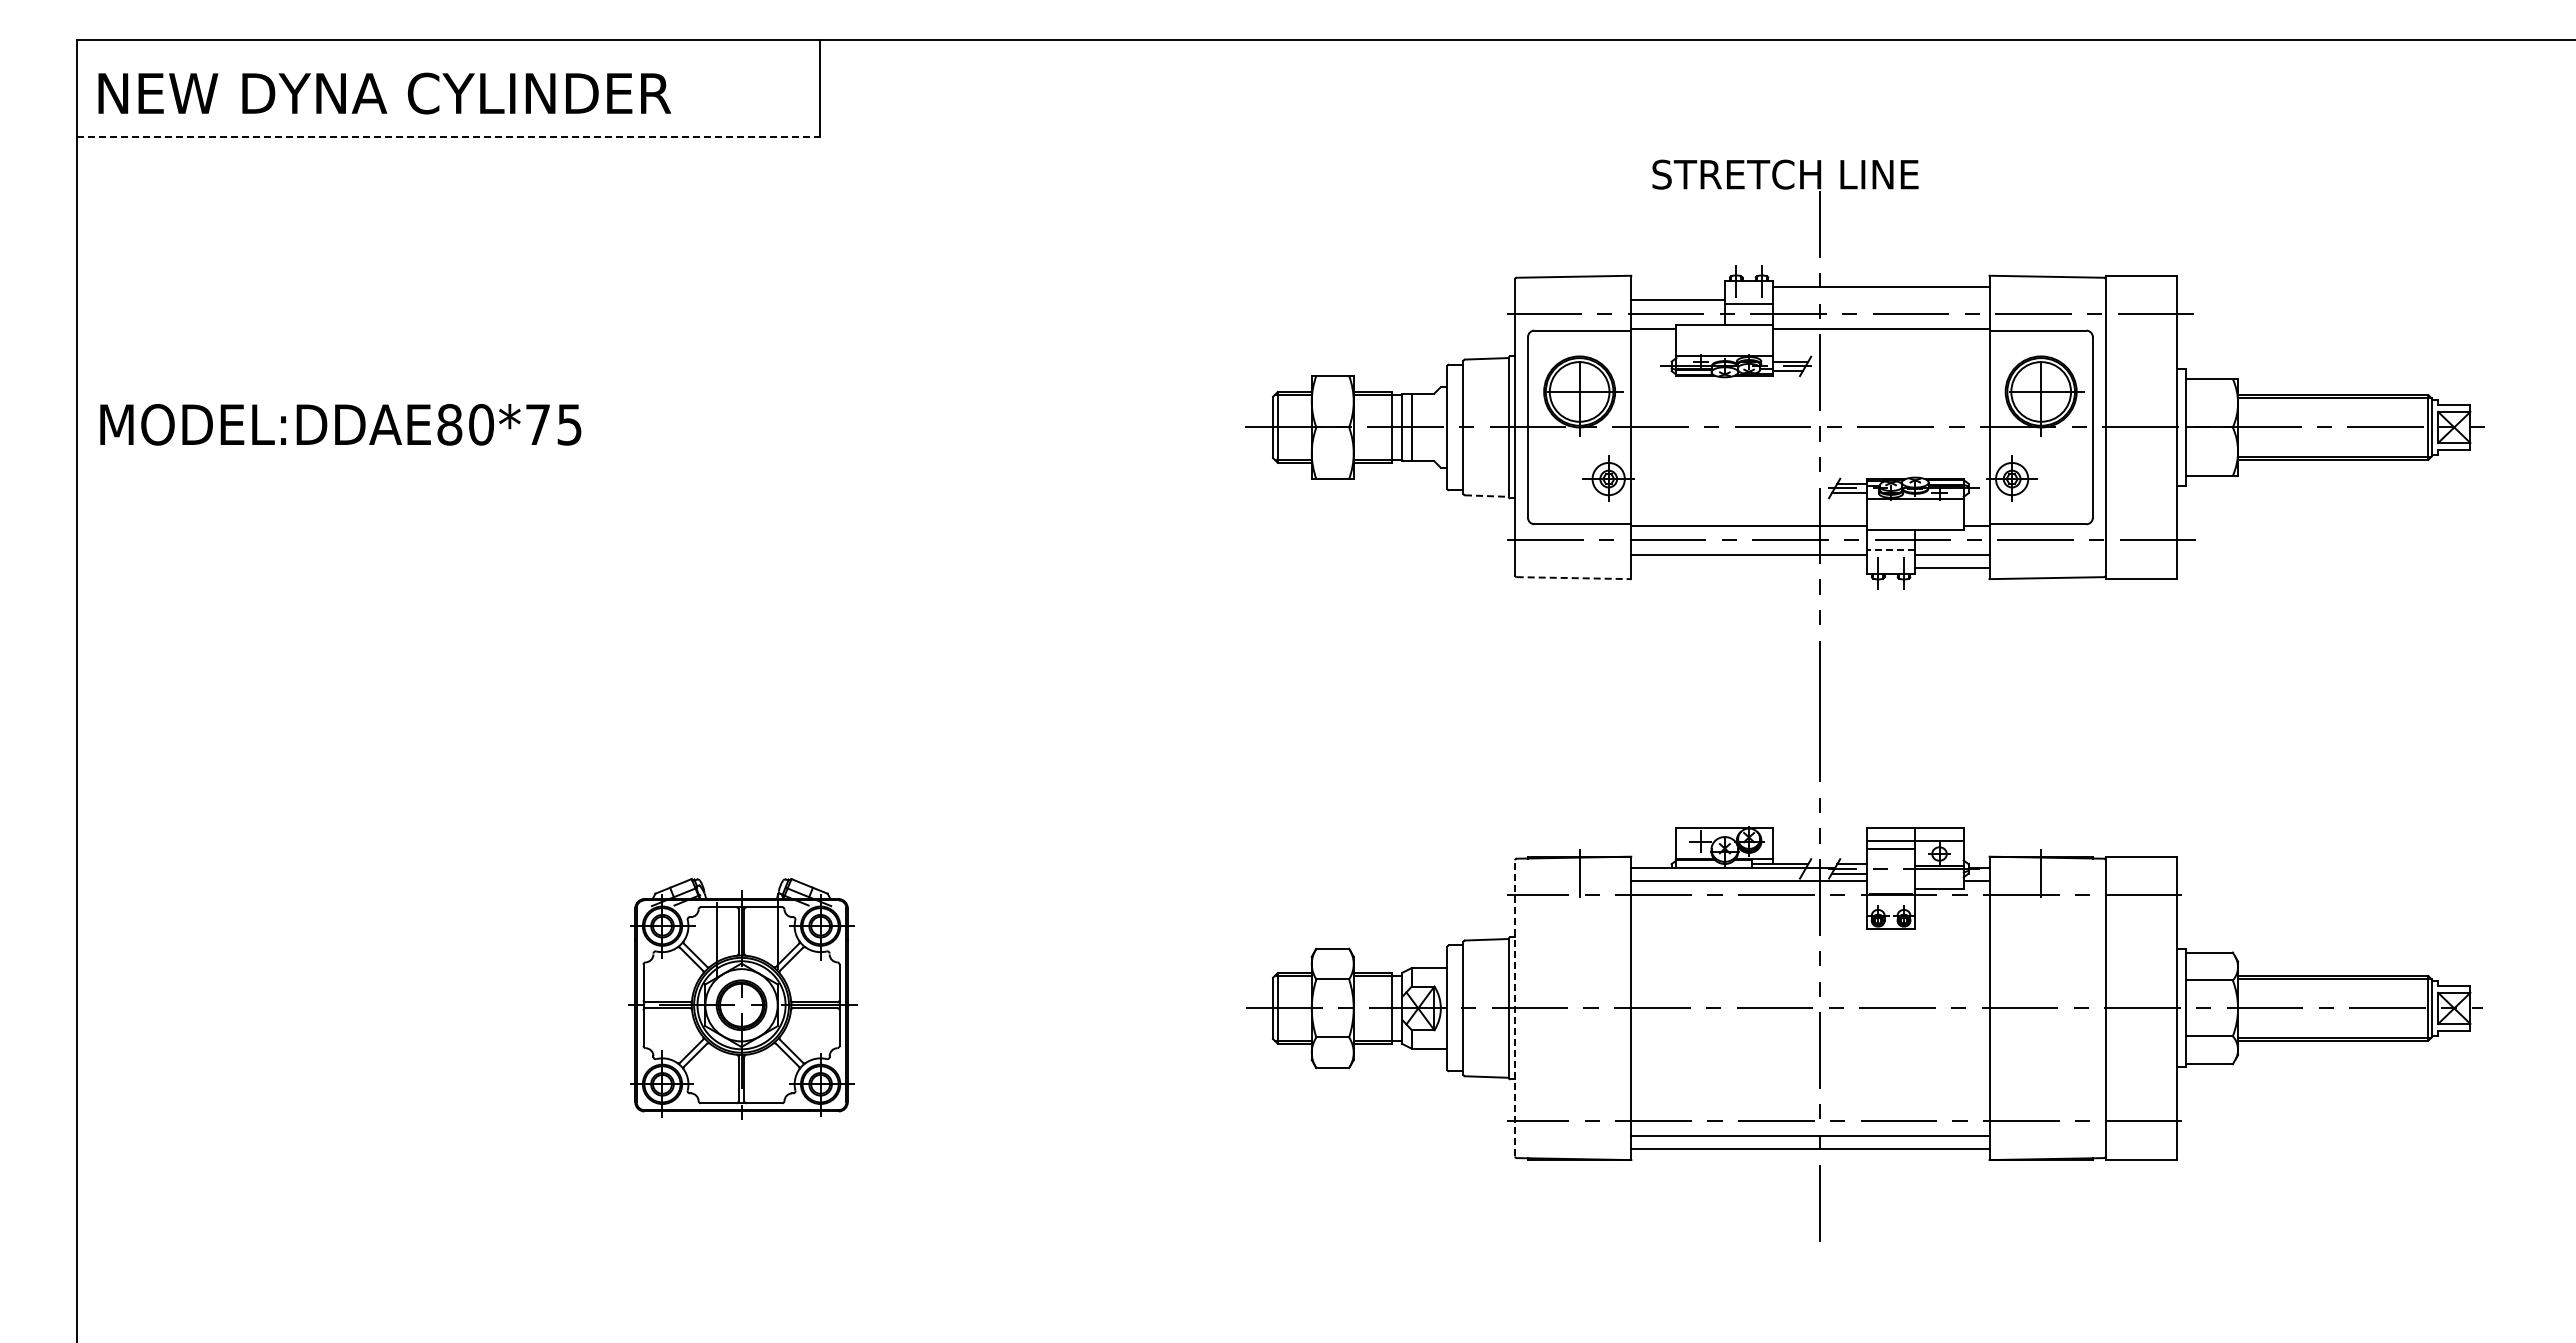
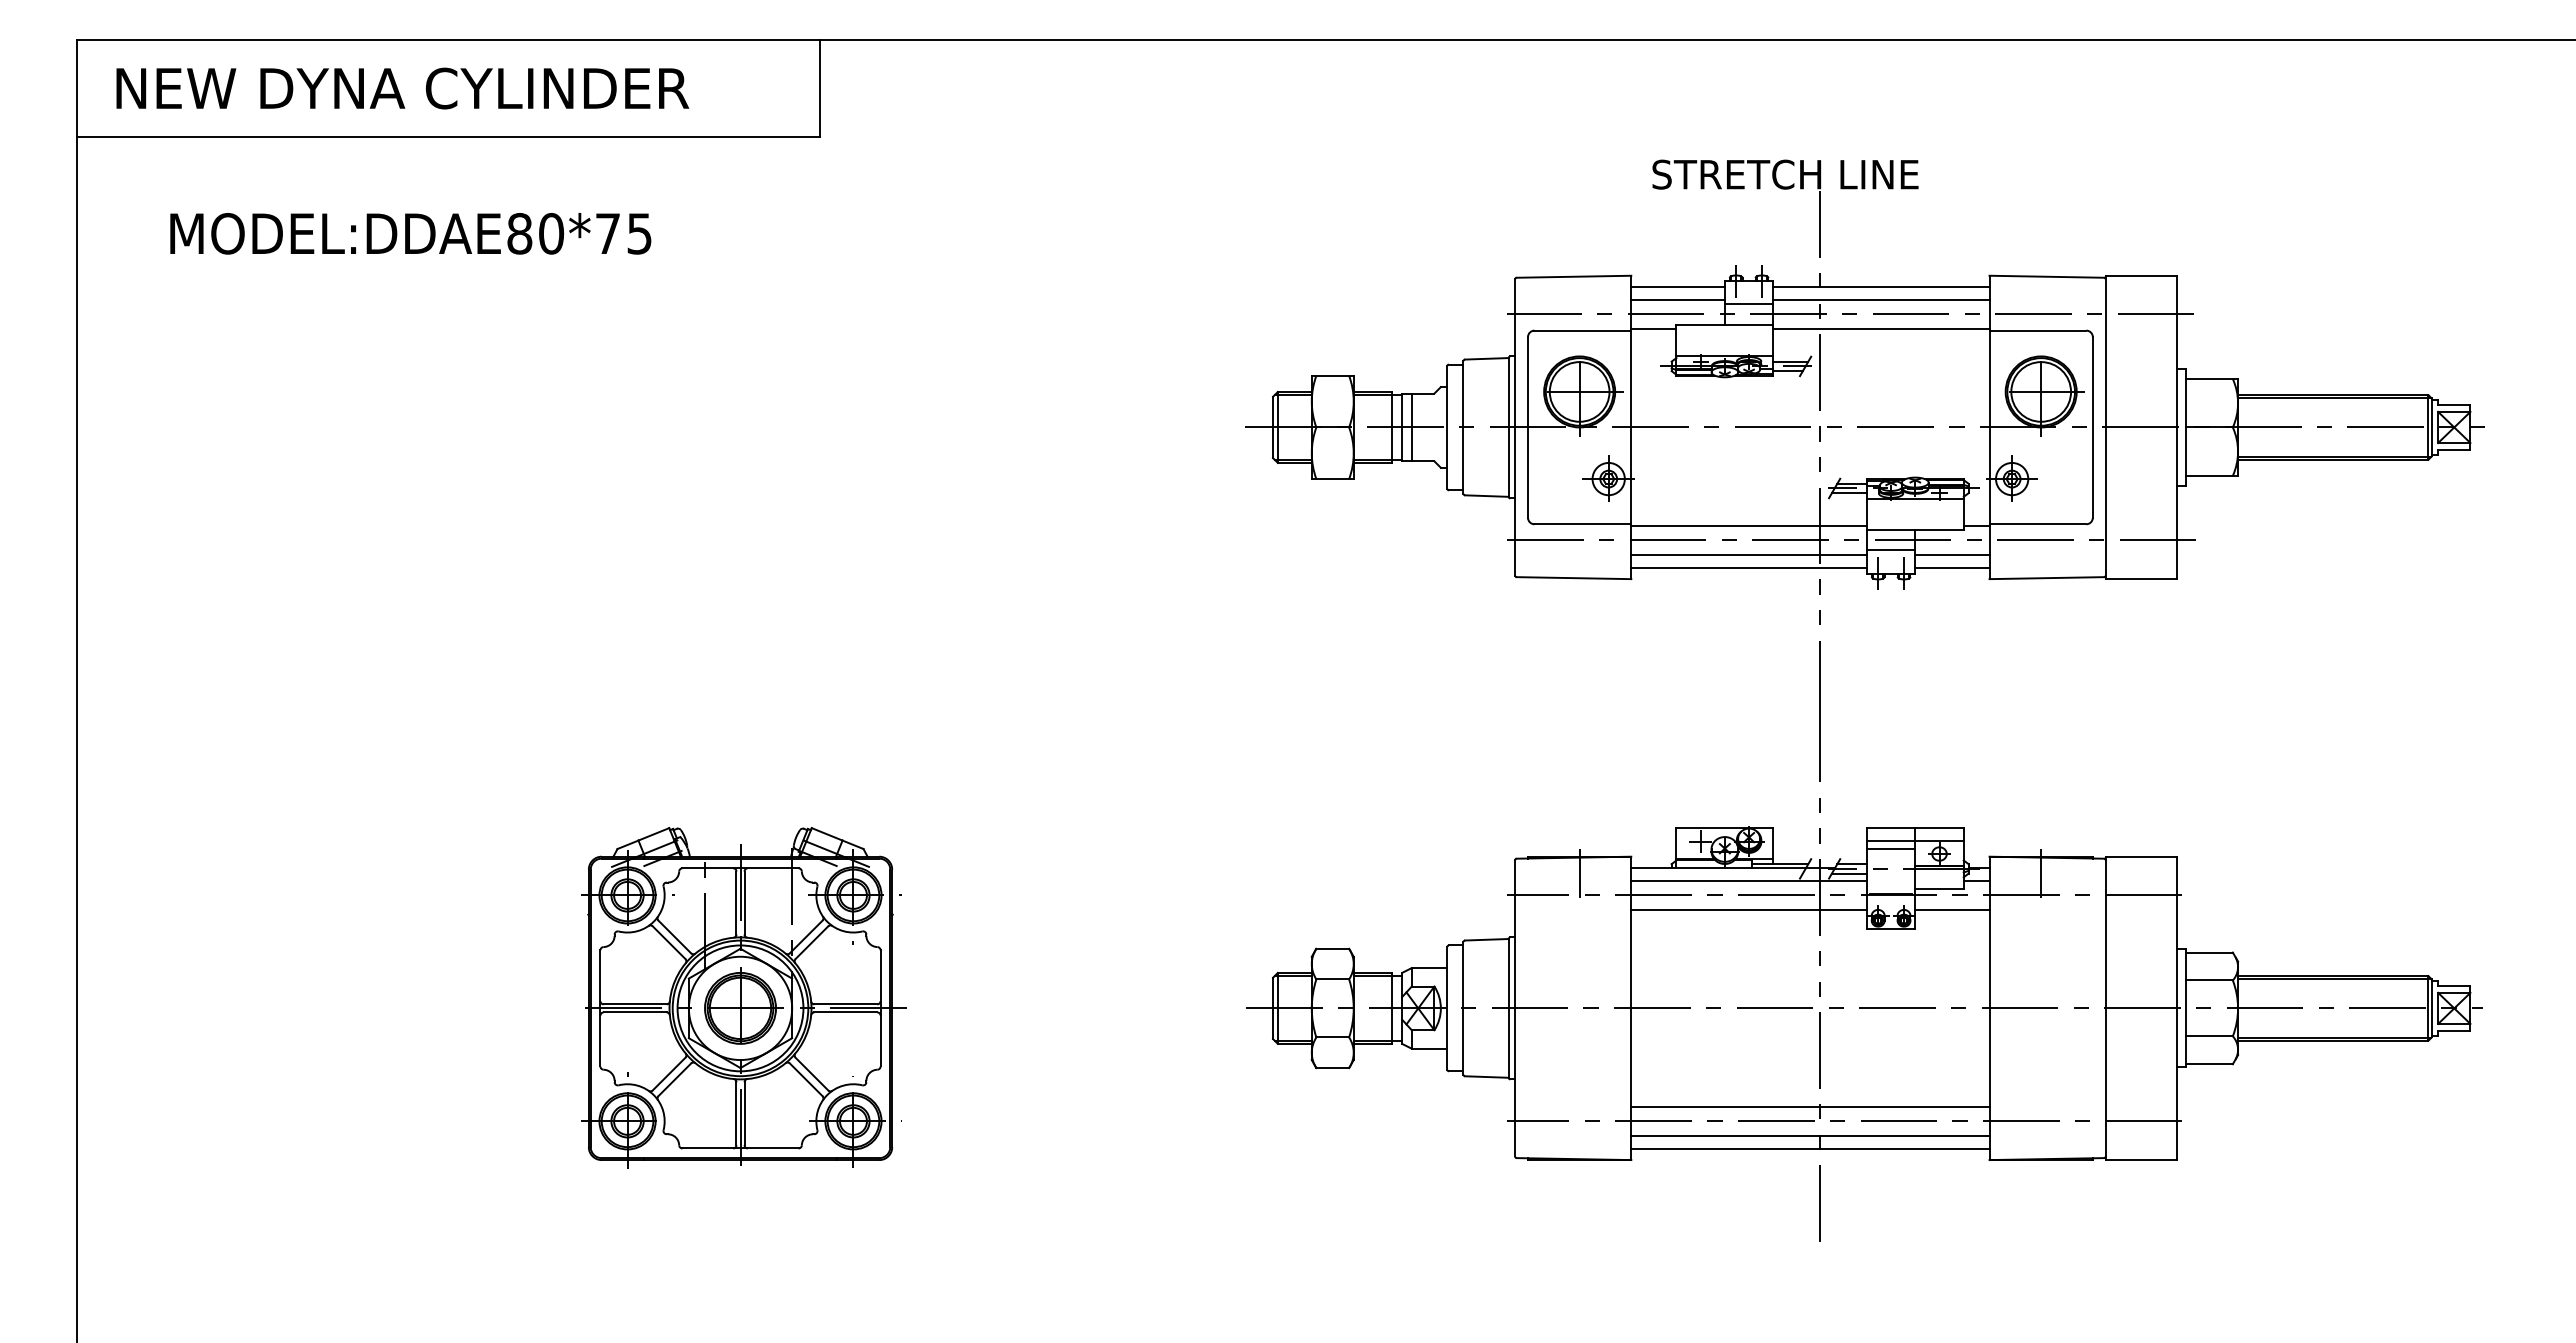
text at (384, 93) position: (384, 93) -> (402, 88)
line at (448, 136): dashed -> solid
line at (1677, 287): none -> present
line at (1881, 299): none -> present
text at (340, 424) position: (340, 424) -> (410, 233)
line at (1486, 496): dashed -> solid
line at (1890, 550): dashed -> solid
line at (1748, 567): none -> present
line at (1574, 578): dashed -> solid
line at (1748, 909): none -> present
line at (1952, 909): none -> present
part at (742, 998) size: 230x242 px -> 326x342 px
line at (1515, 1007): dashed -> solid
line at (1810, 1106): none -> present
